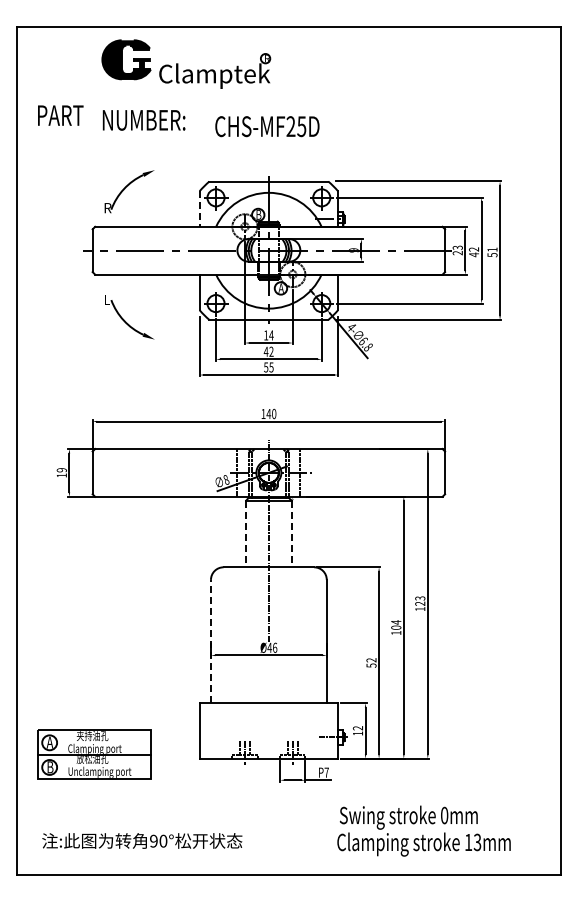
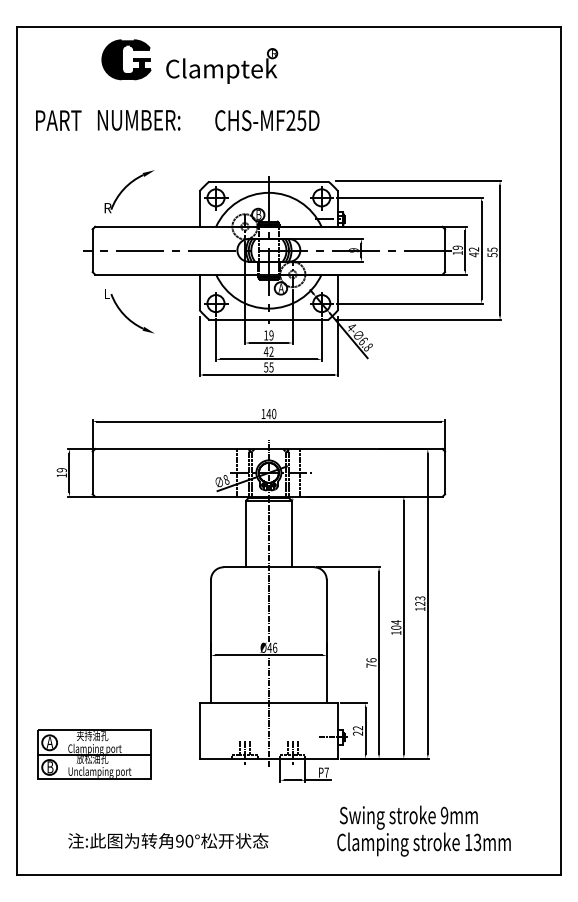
part at (215, 70) position: (215, 70) -> (222, 65)
text at (60, 115) position: (60, 115) -> (58, 120)
text at (143, 120) position: (143, 120) -> (138, 120)
text at (267, 126) position: (267, 126) -> (267, 120)
line at (199, 209): dashed -> solid
text at (492, 249): 51 -> 55
text at (457, 250): 23 -> 19
part at (129, 317) position: (129, 317) -> (129, 311)
text at (271, 335): 14 -> 19
line at (246, 534): dashed -> solid
line at (291, 534): dashed -> solid
line at (210, 641): dashed -> solid
text at (371, 662): 52 -> 76
line at (268, 710): none -> present
text at (357, 733): 12 -> 22
text at (444, 815): 0mm -> 9mm
text at (142, 840) position: (142, 840) -> (168, 840)
